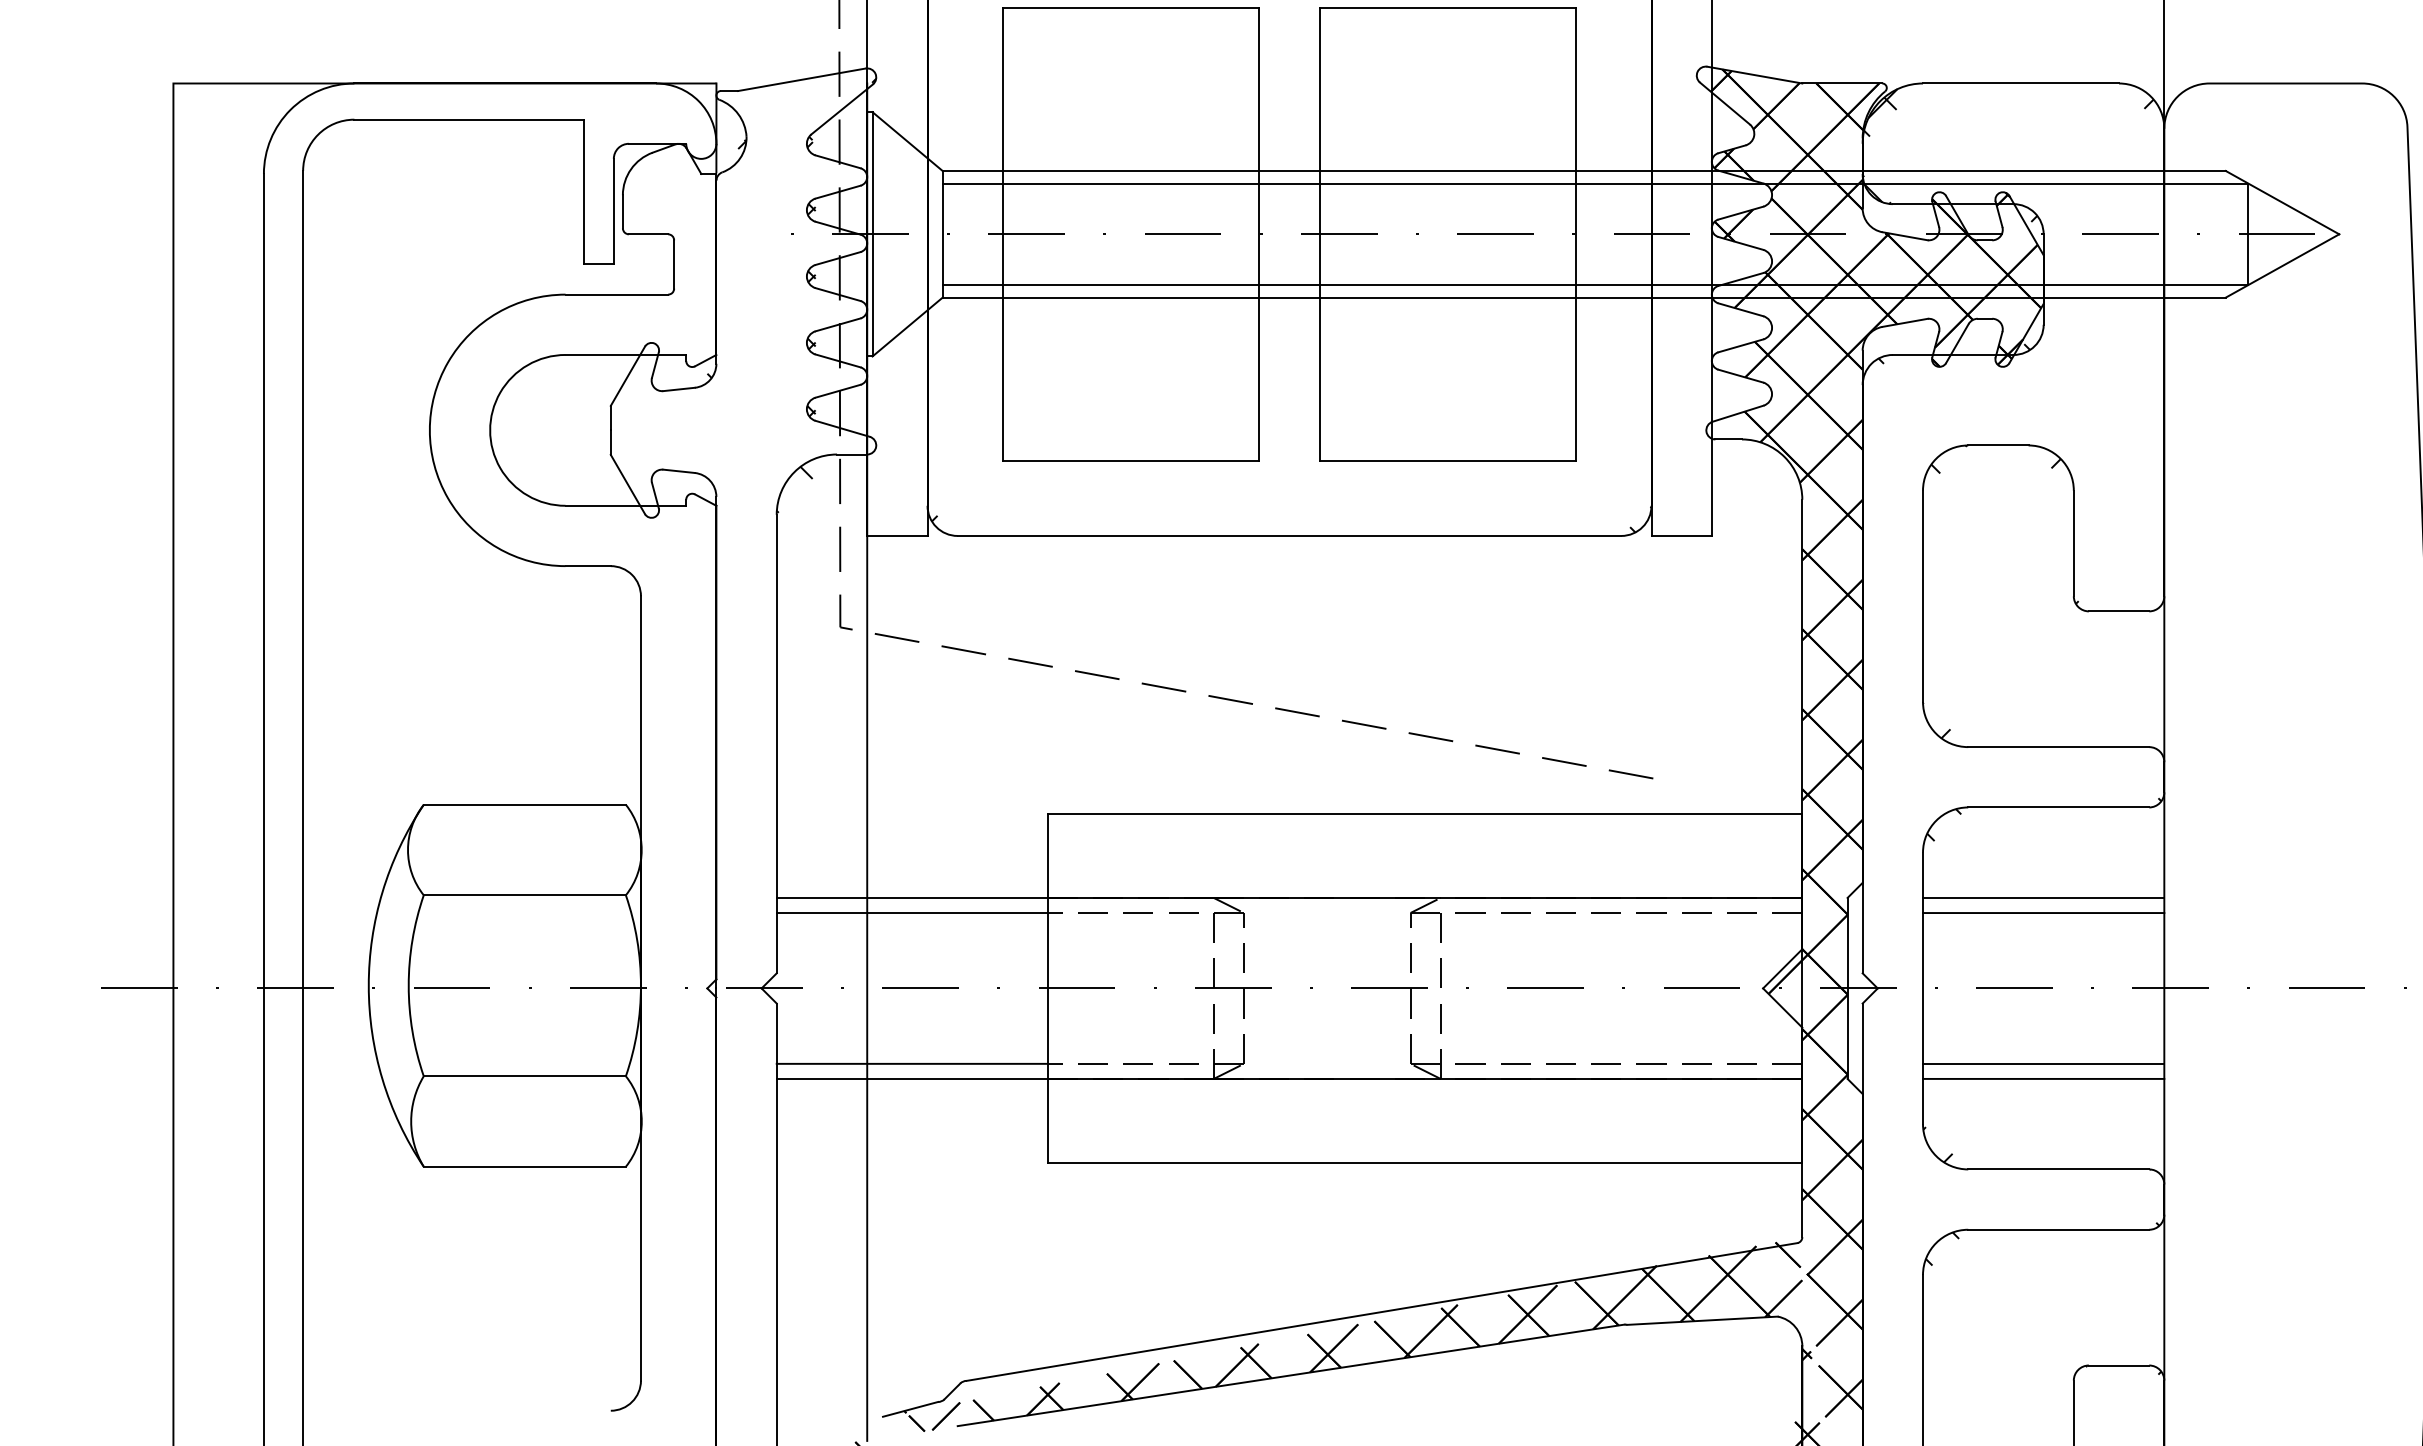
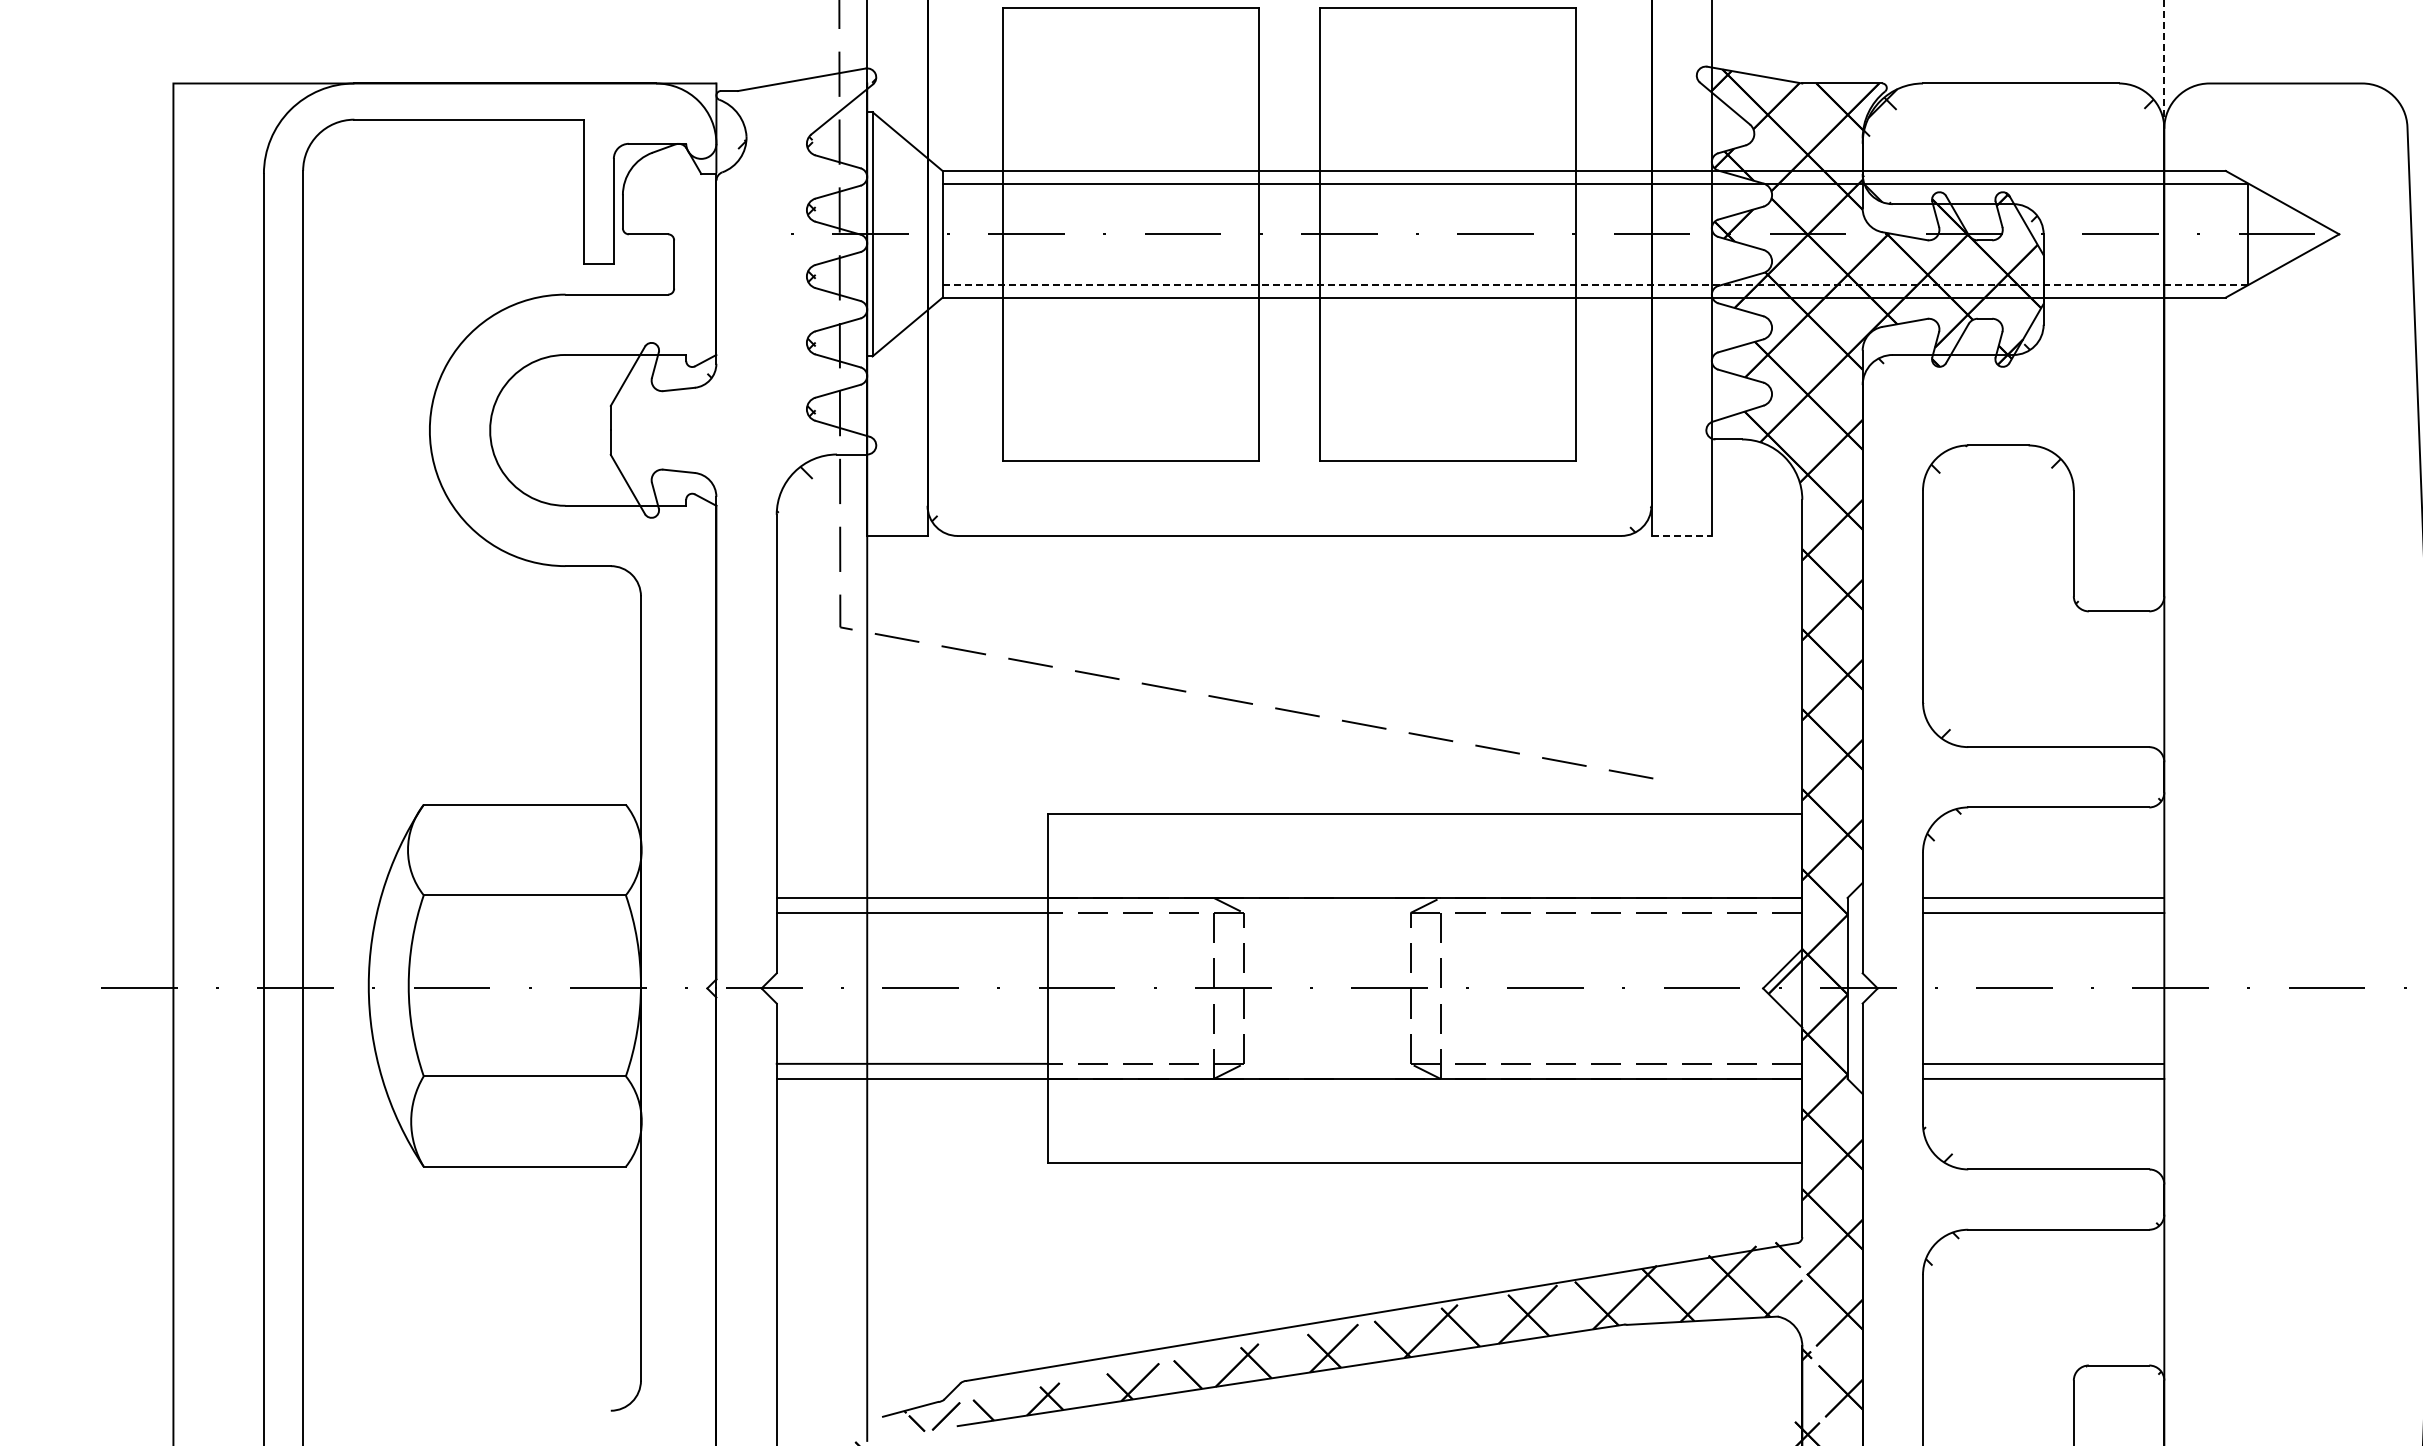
line at (2164, 64): solid -> dashed
line at (1595, 285): solid -> dashed
line at (1682, 535): solid -> dashed
